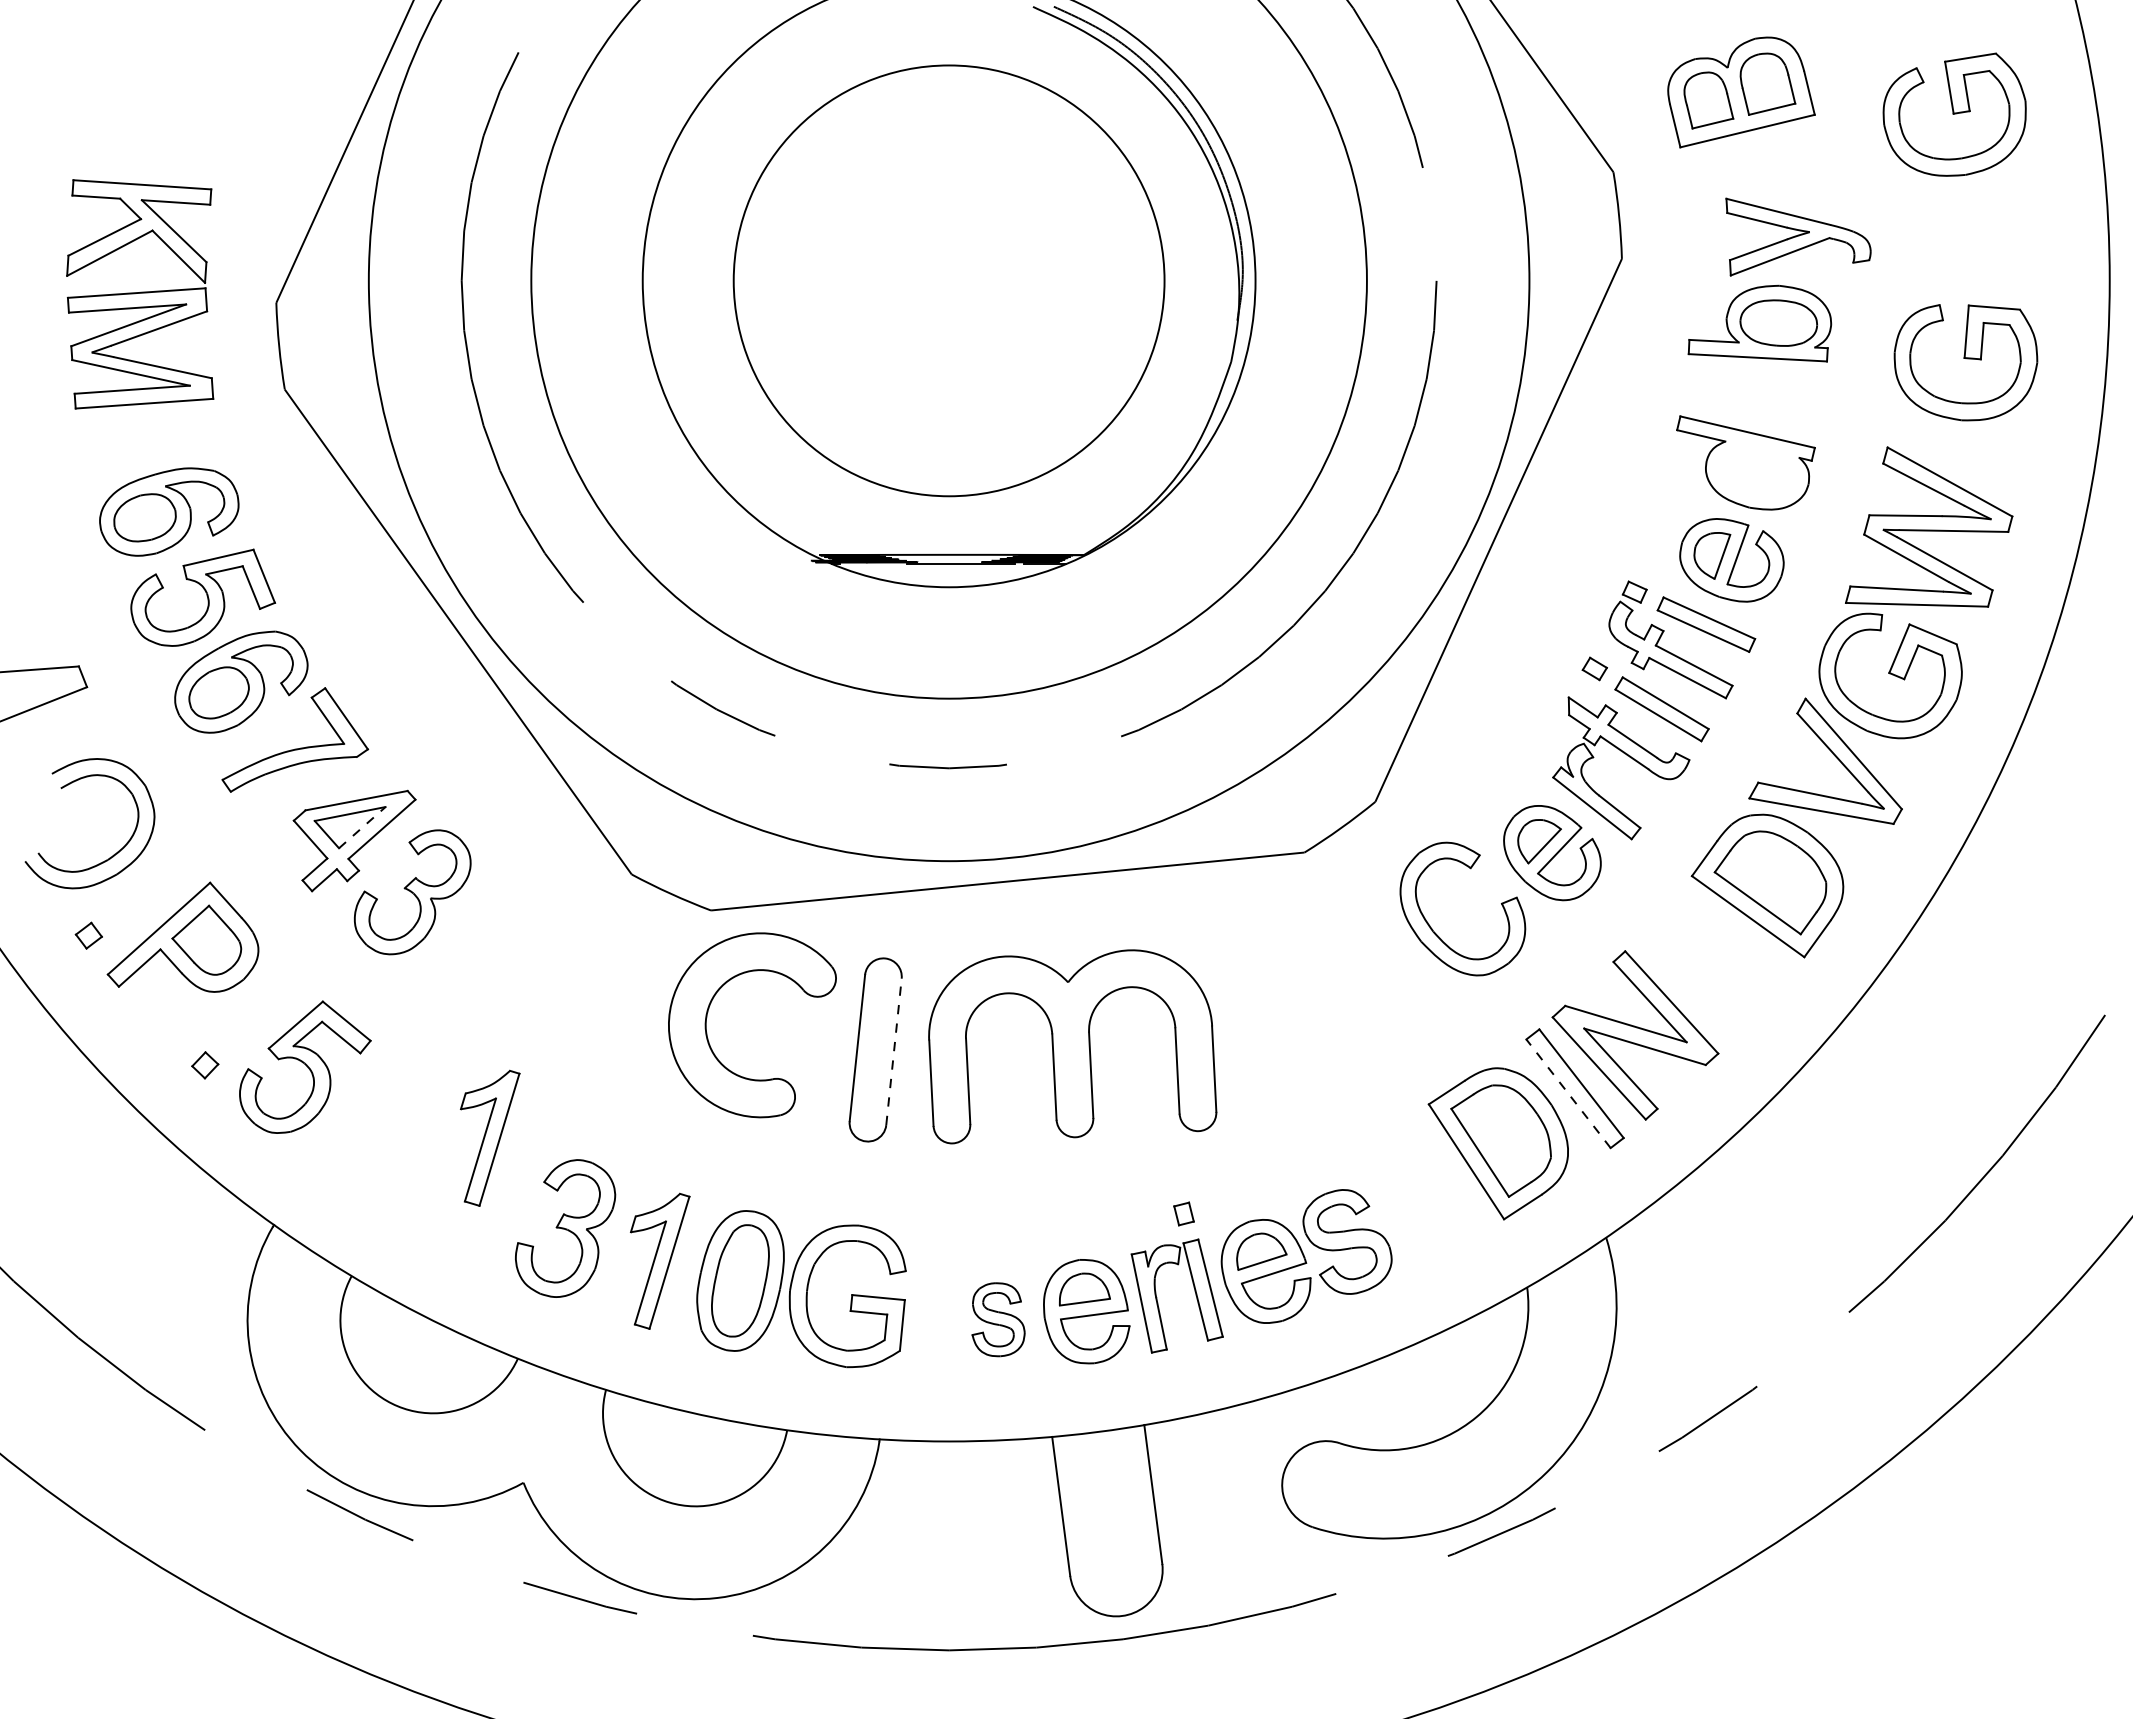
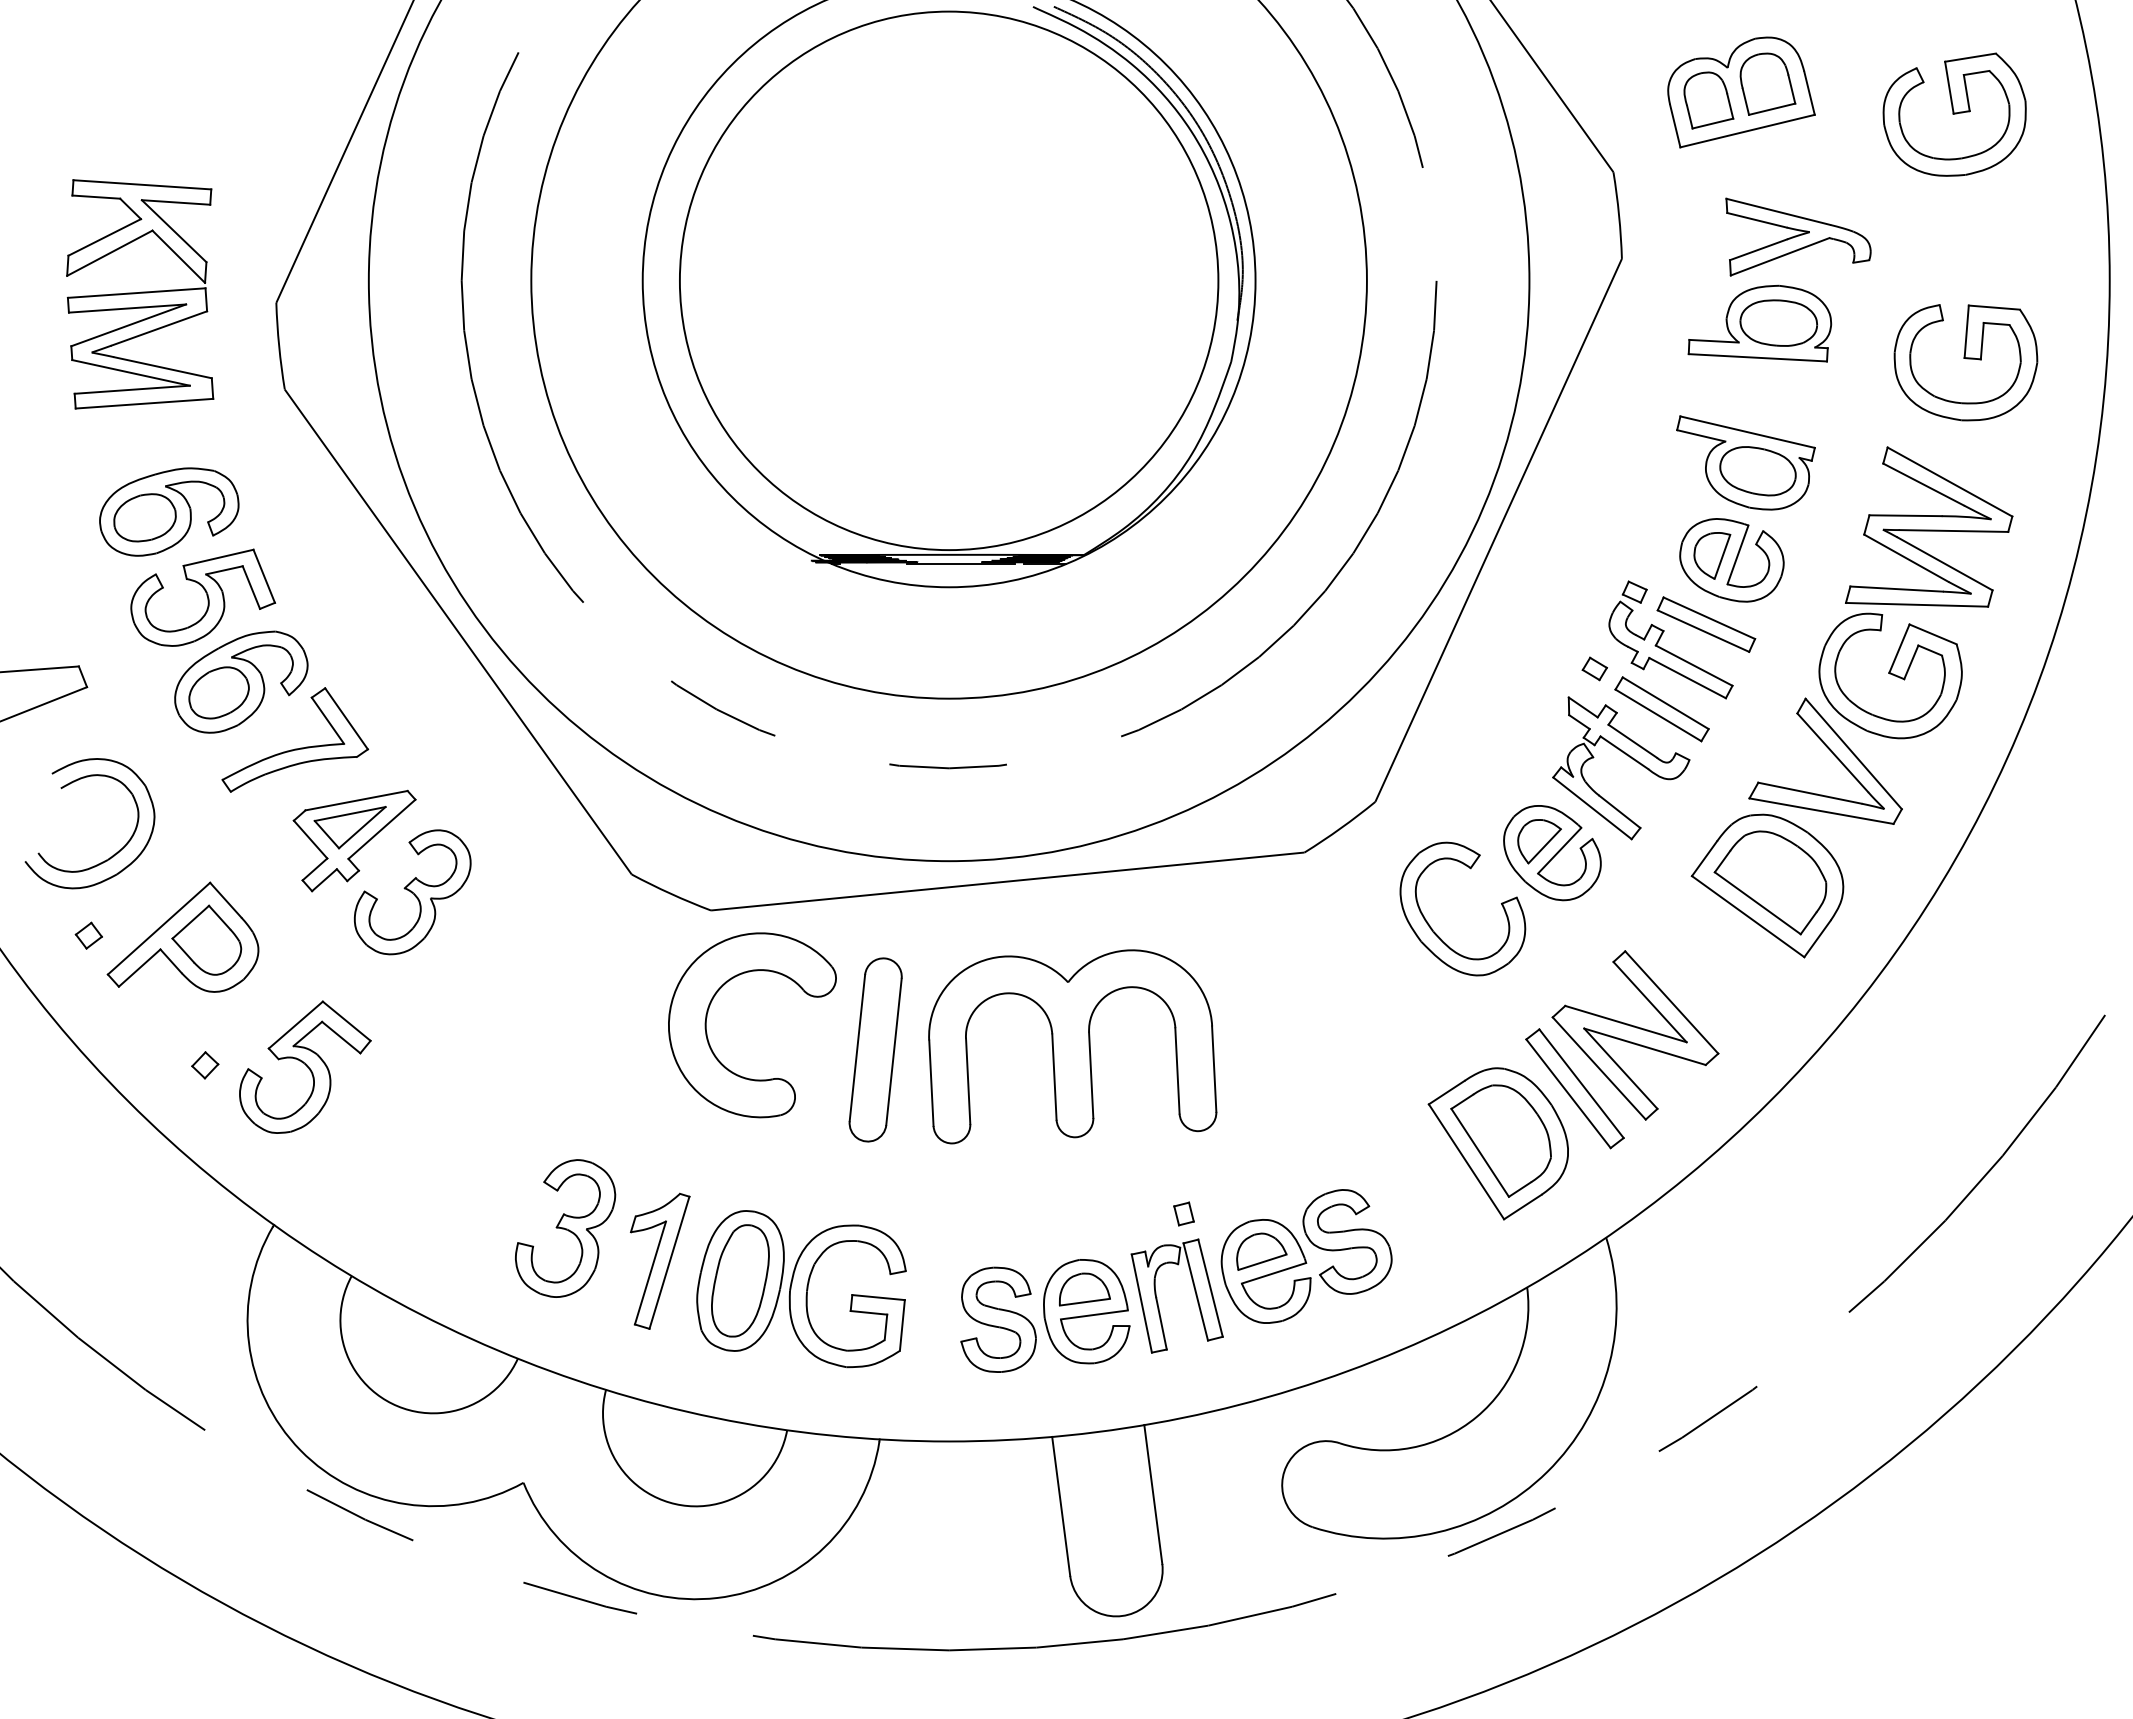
circle at (948, 280) diameter: 431 px -> 539 px
part at (1757, 471): none -> present
line at (362, 827): dashed -> solid
line at (893, 1051): dashed -> solid
line at (1568, 1093): dashed -> solid
part at (490, 1137): present -> none
part at (998, 1319) size: 55x76 px -> 77x107 px
